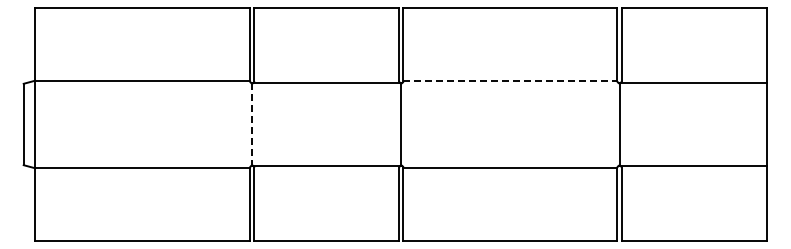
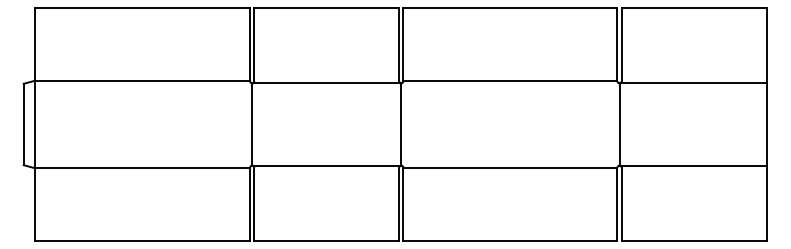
line at (510, 80): dashed -> solid
line at (252, 124): dashed -> solid
